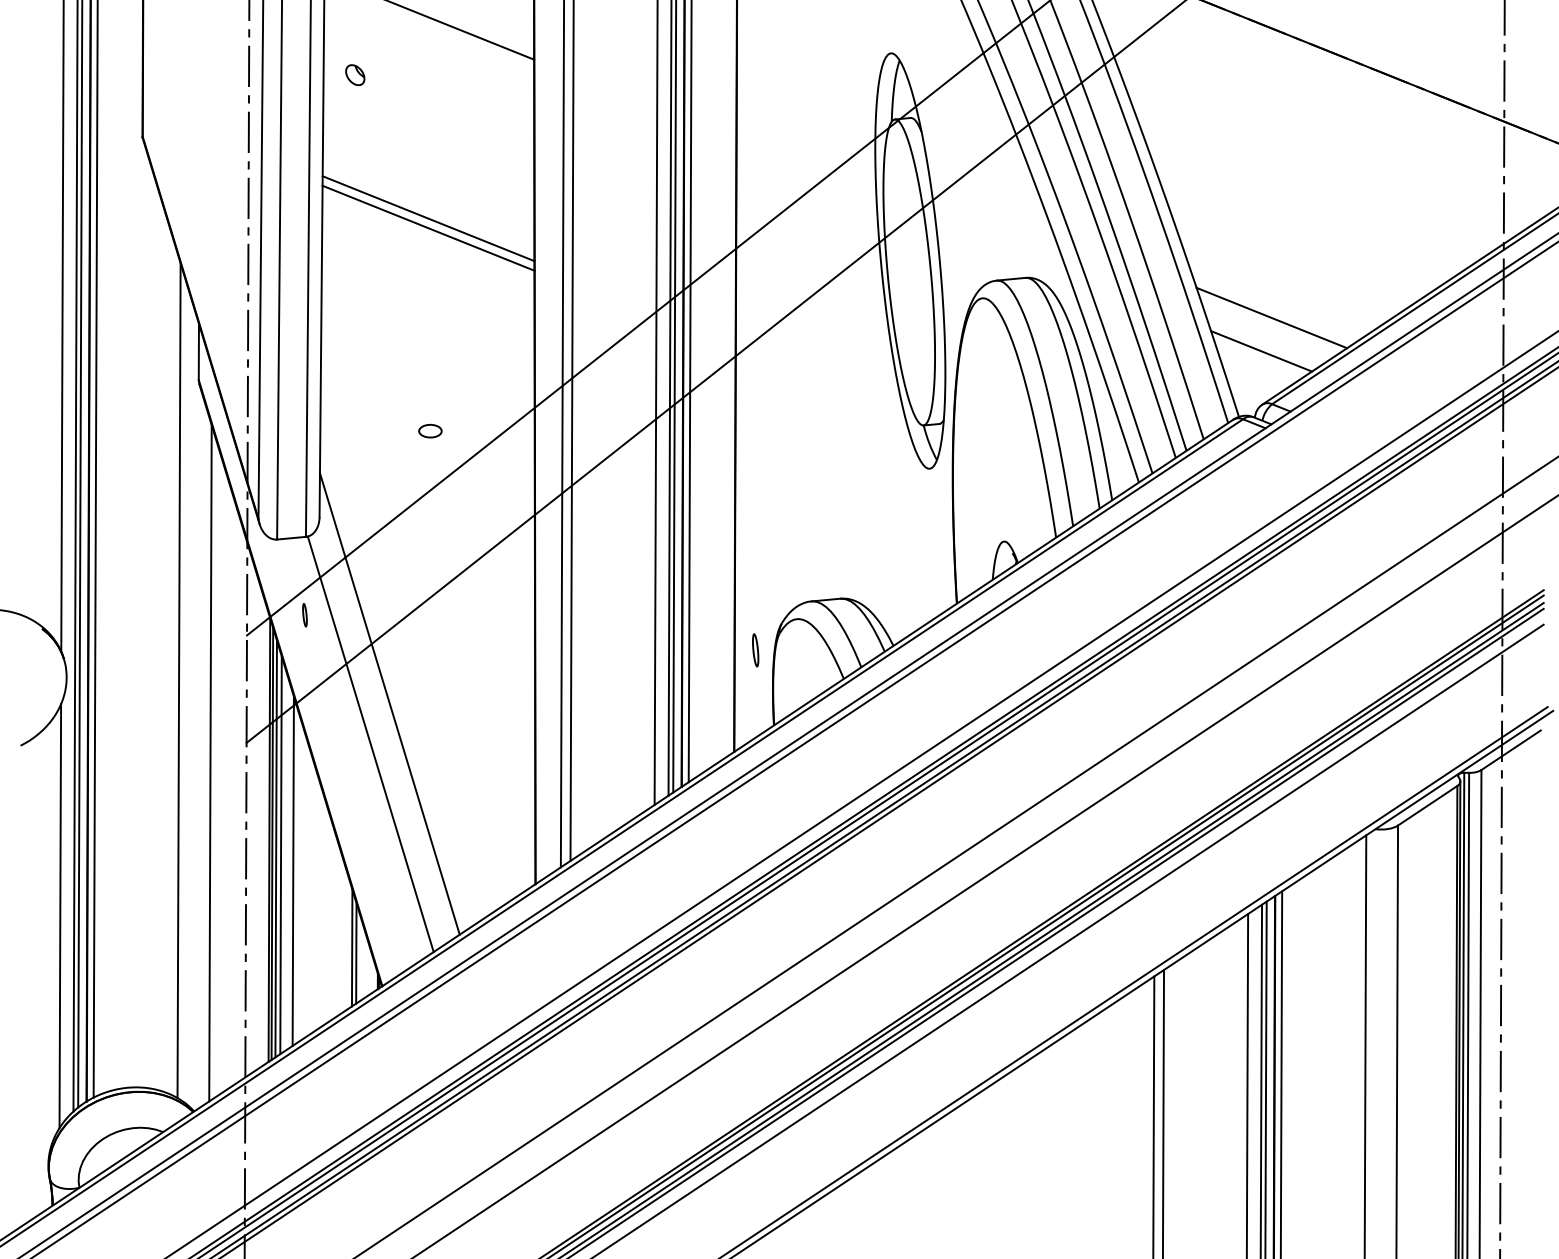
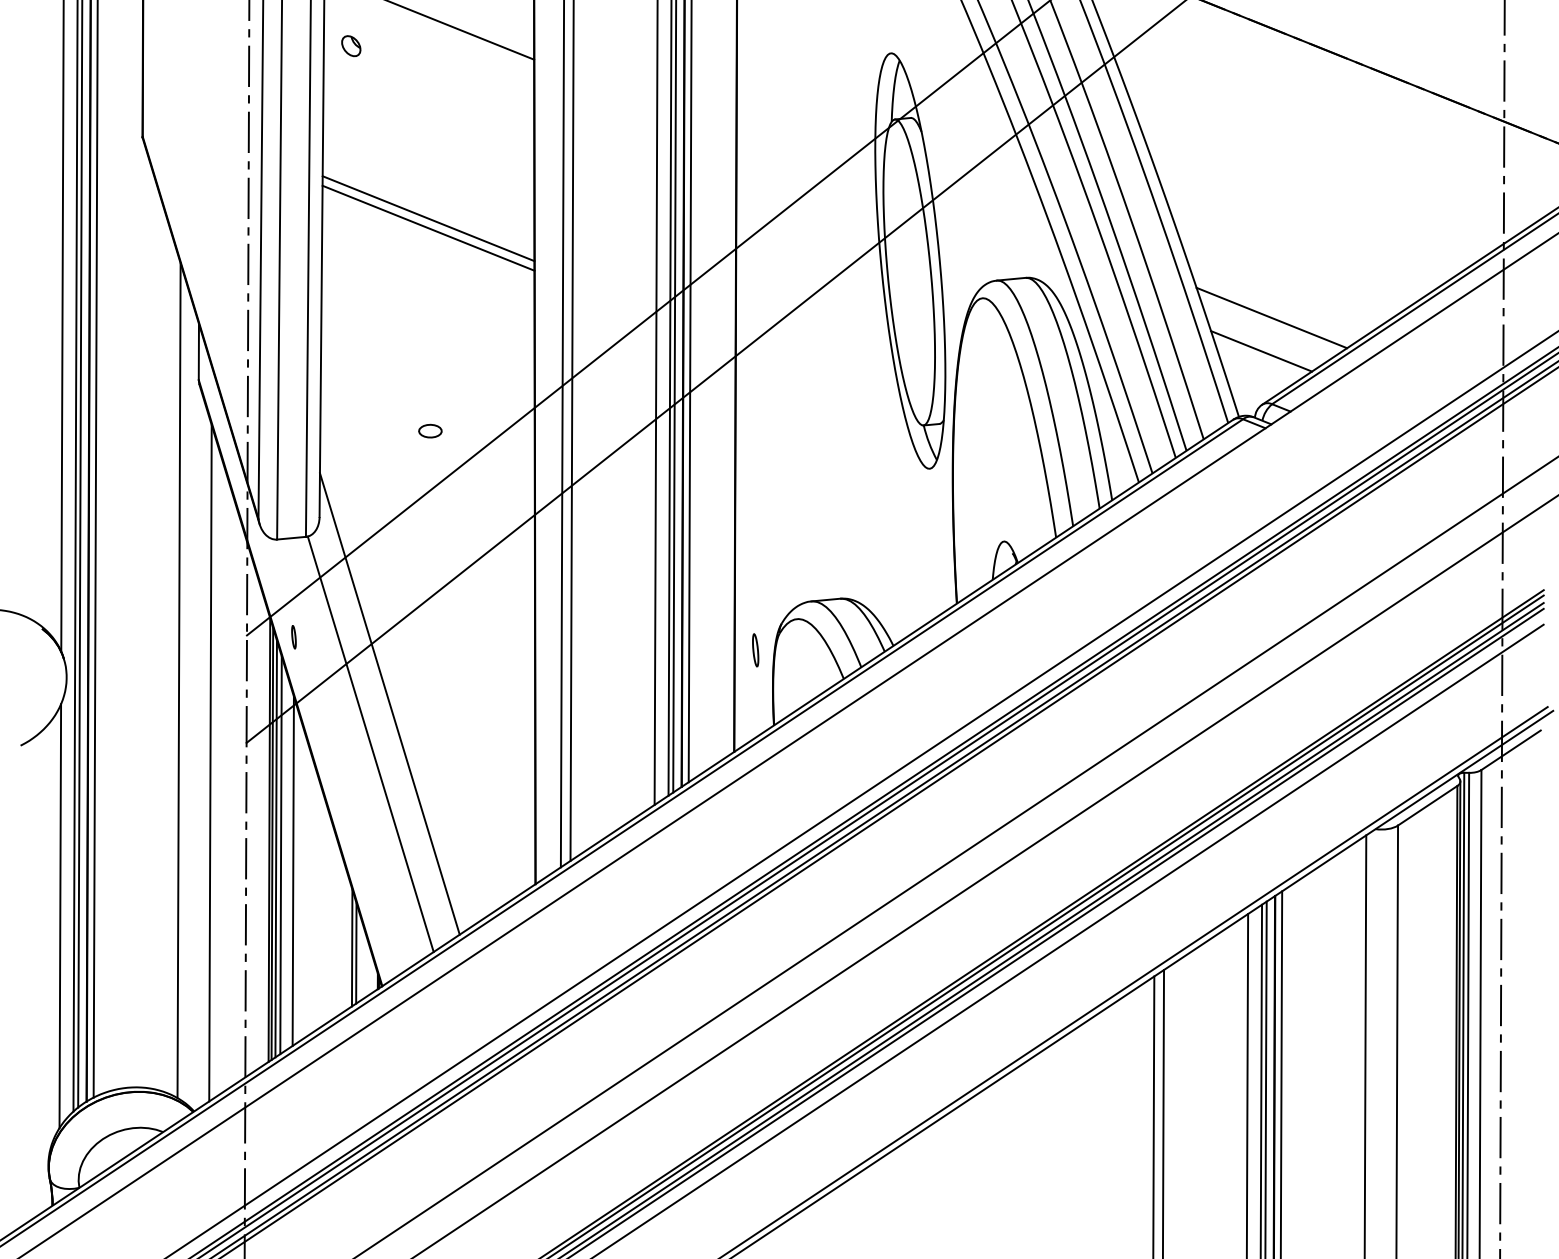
part at (355, 75) position: (355, 75) -> (351, 46)
part at (304, 615) position: (304, 615) -> (293, 637)
line at (795, 749): present -> none
